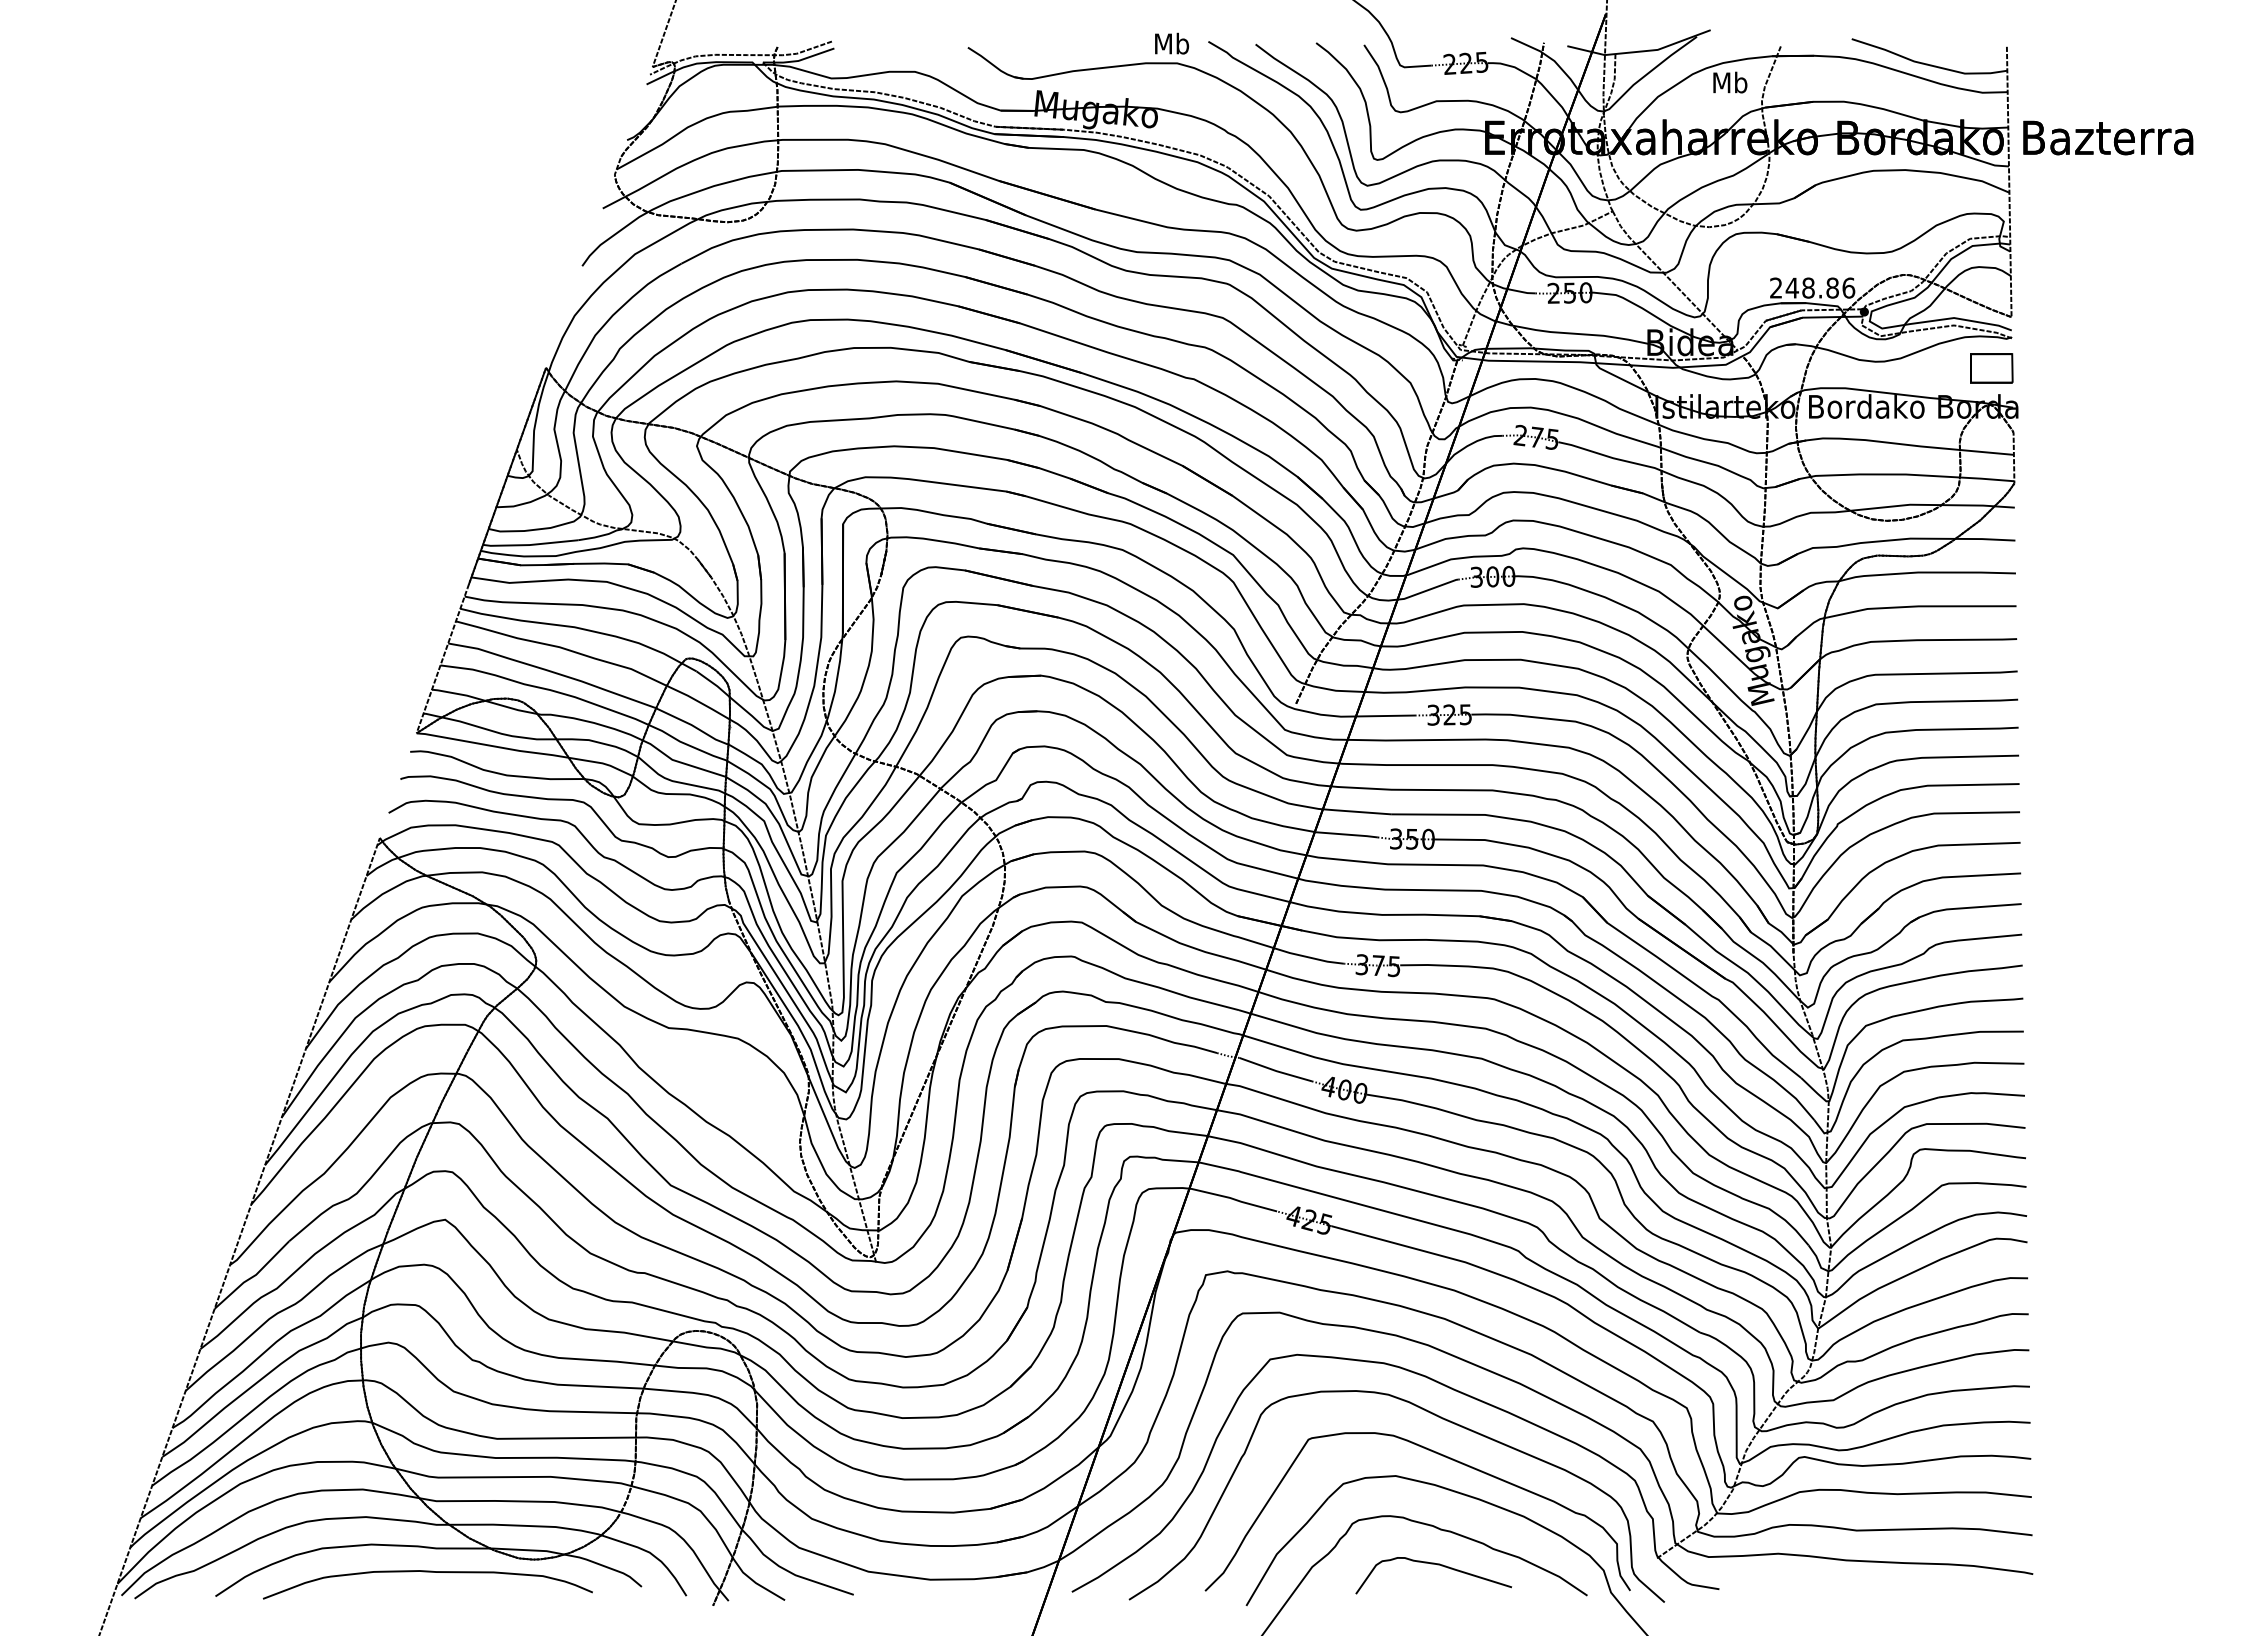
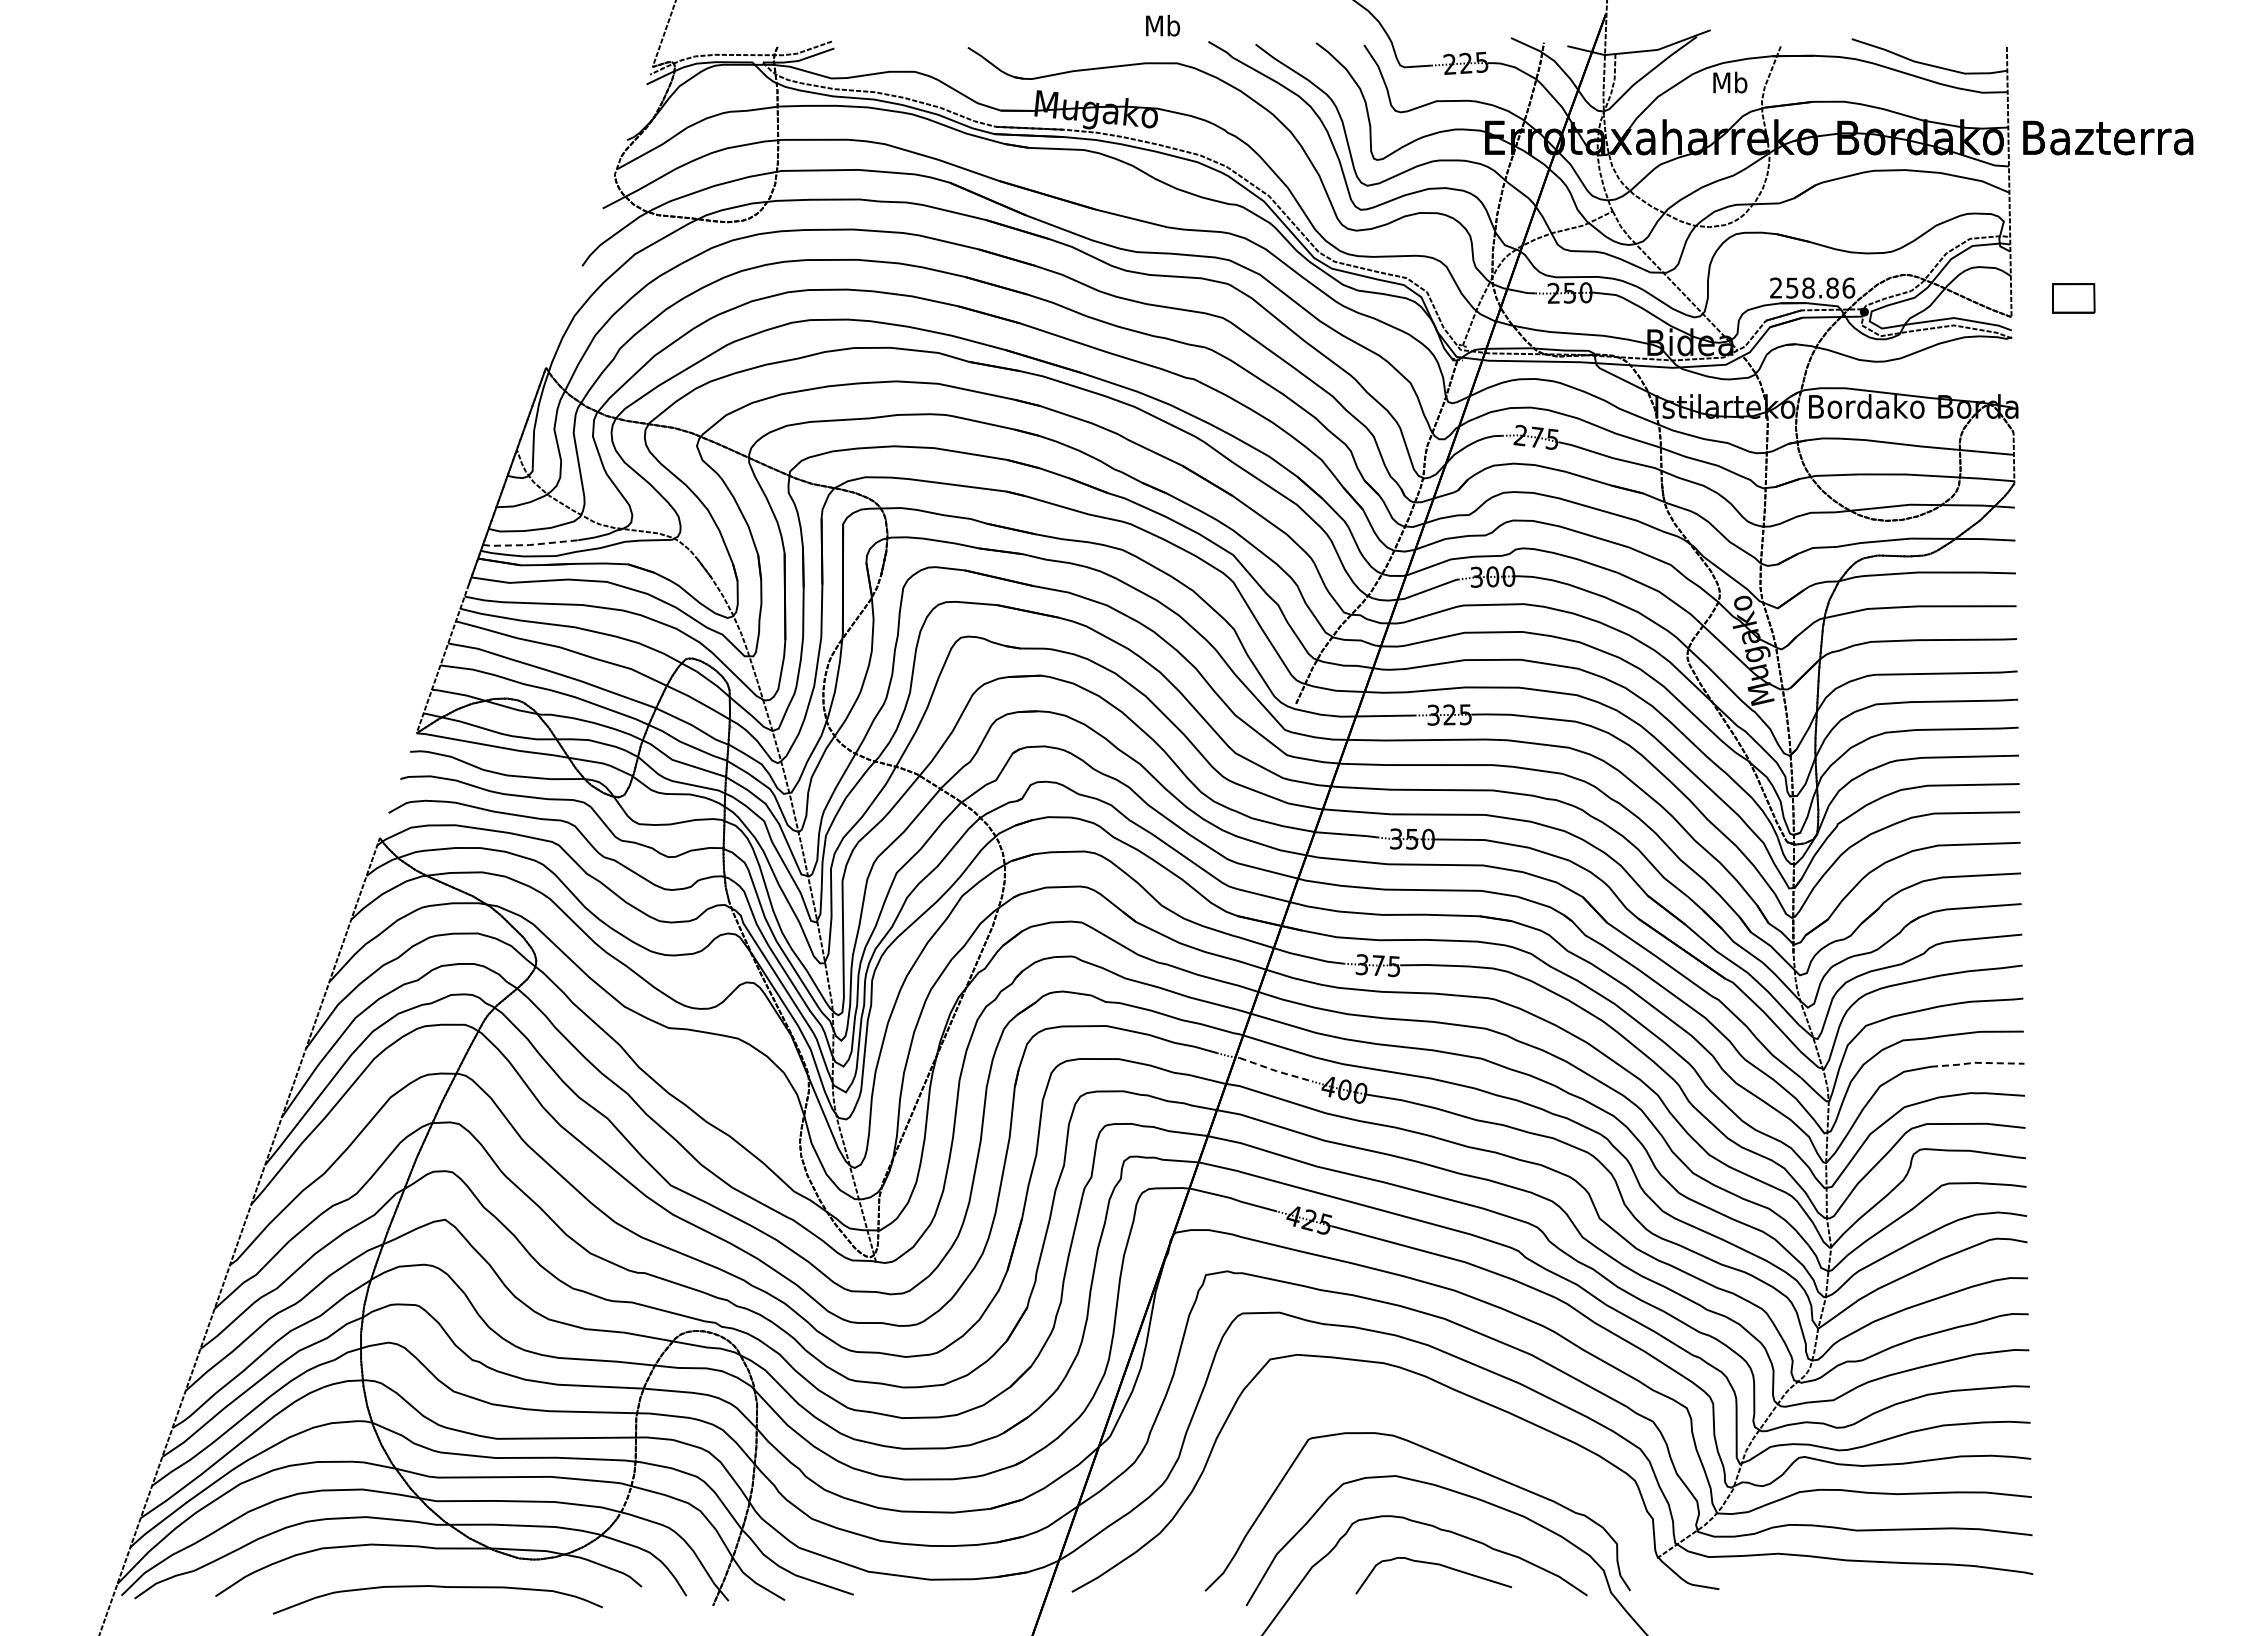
text at (1172, 43) position: (1172, 43) -> (1163, 25)
text at (1791, 287): 248.86 -> 258.86
part at (1991, 368) position: (1991, 368) -> (2073, 298)
line at (529, 545): solid -> dashed
line at (1976, 1062): solid -> dashed
line at (1275, 1070): solid -> dashed
curve at (1436, 1416): present -> none
curve at (427, 1572) position: (427, 1572) -> (437, 1587)
